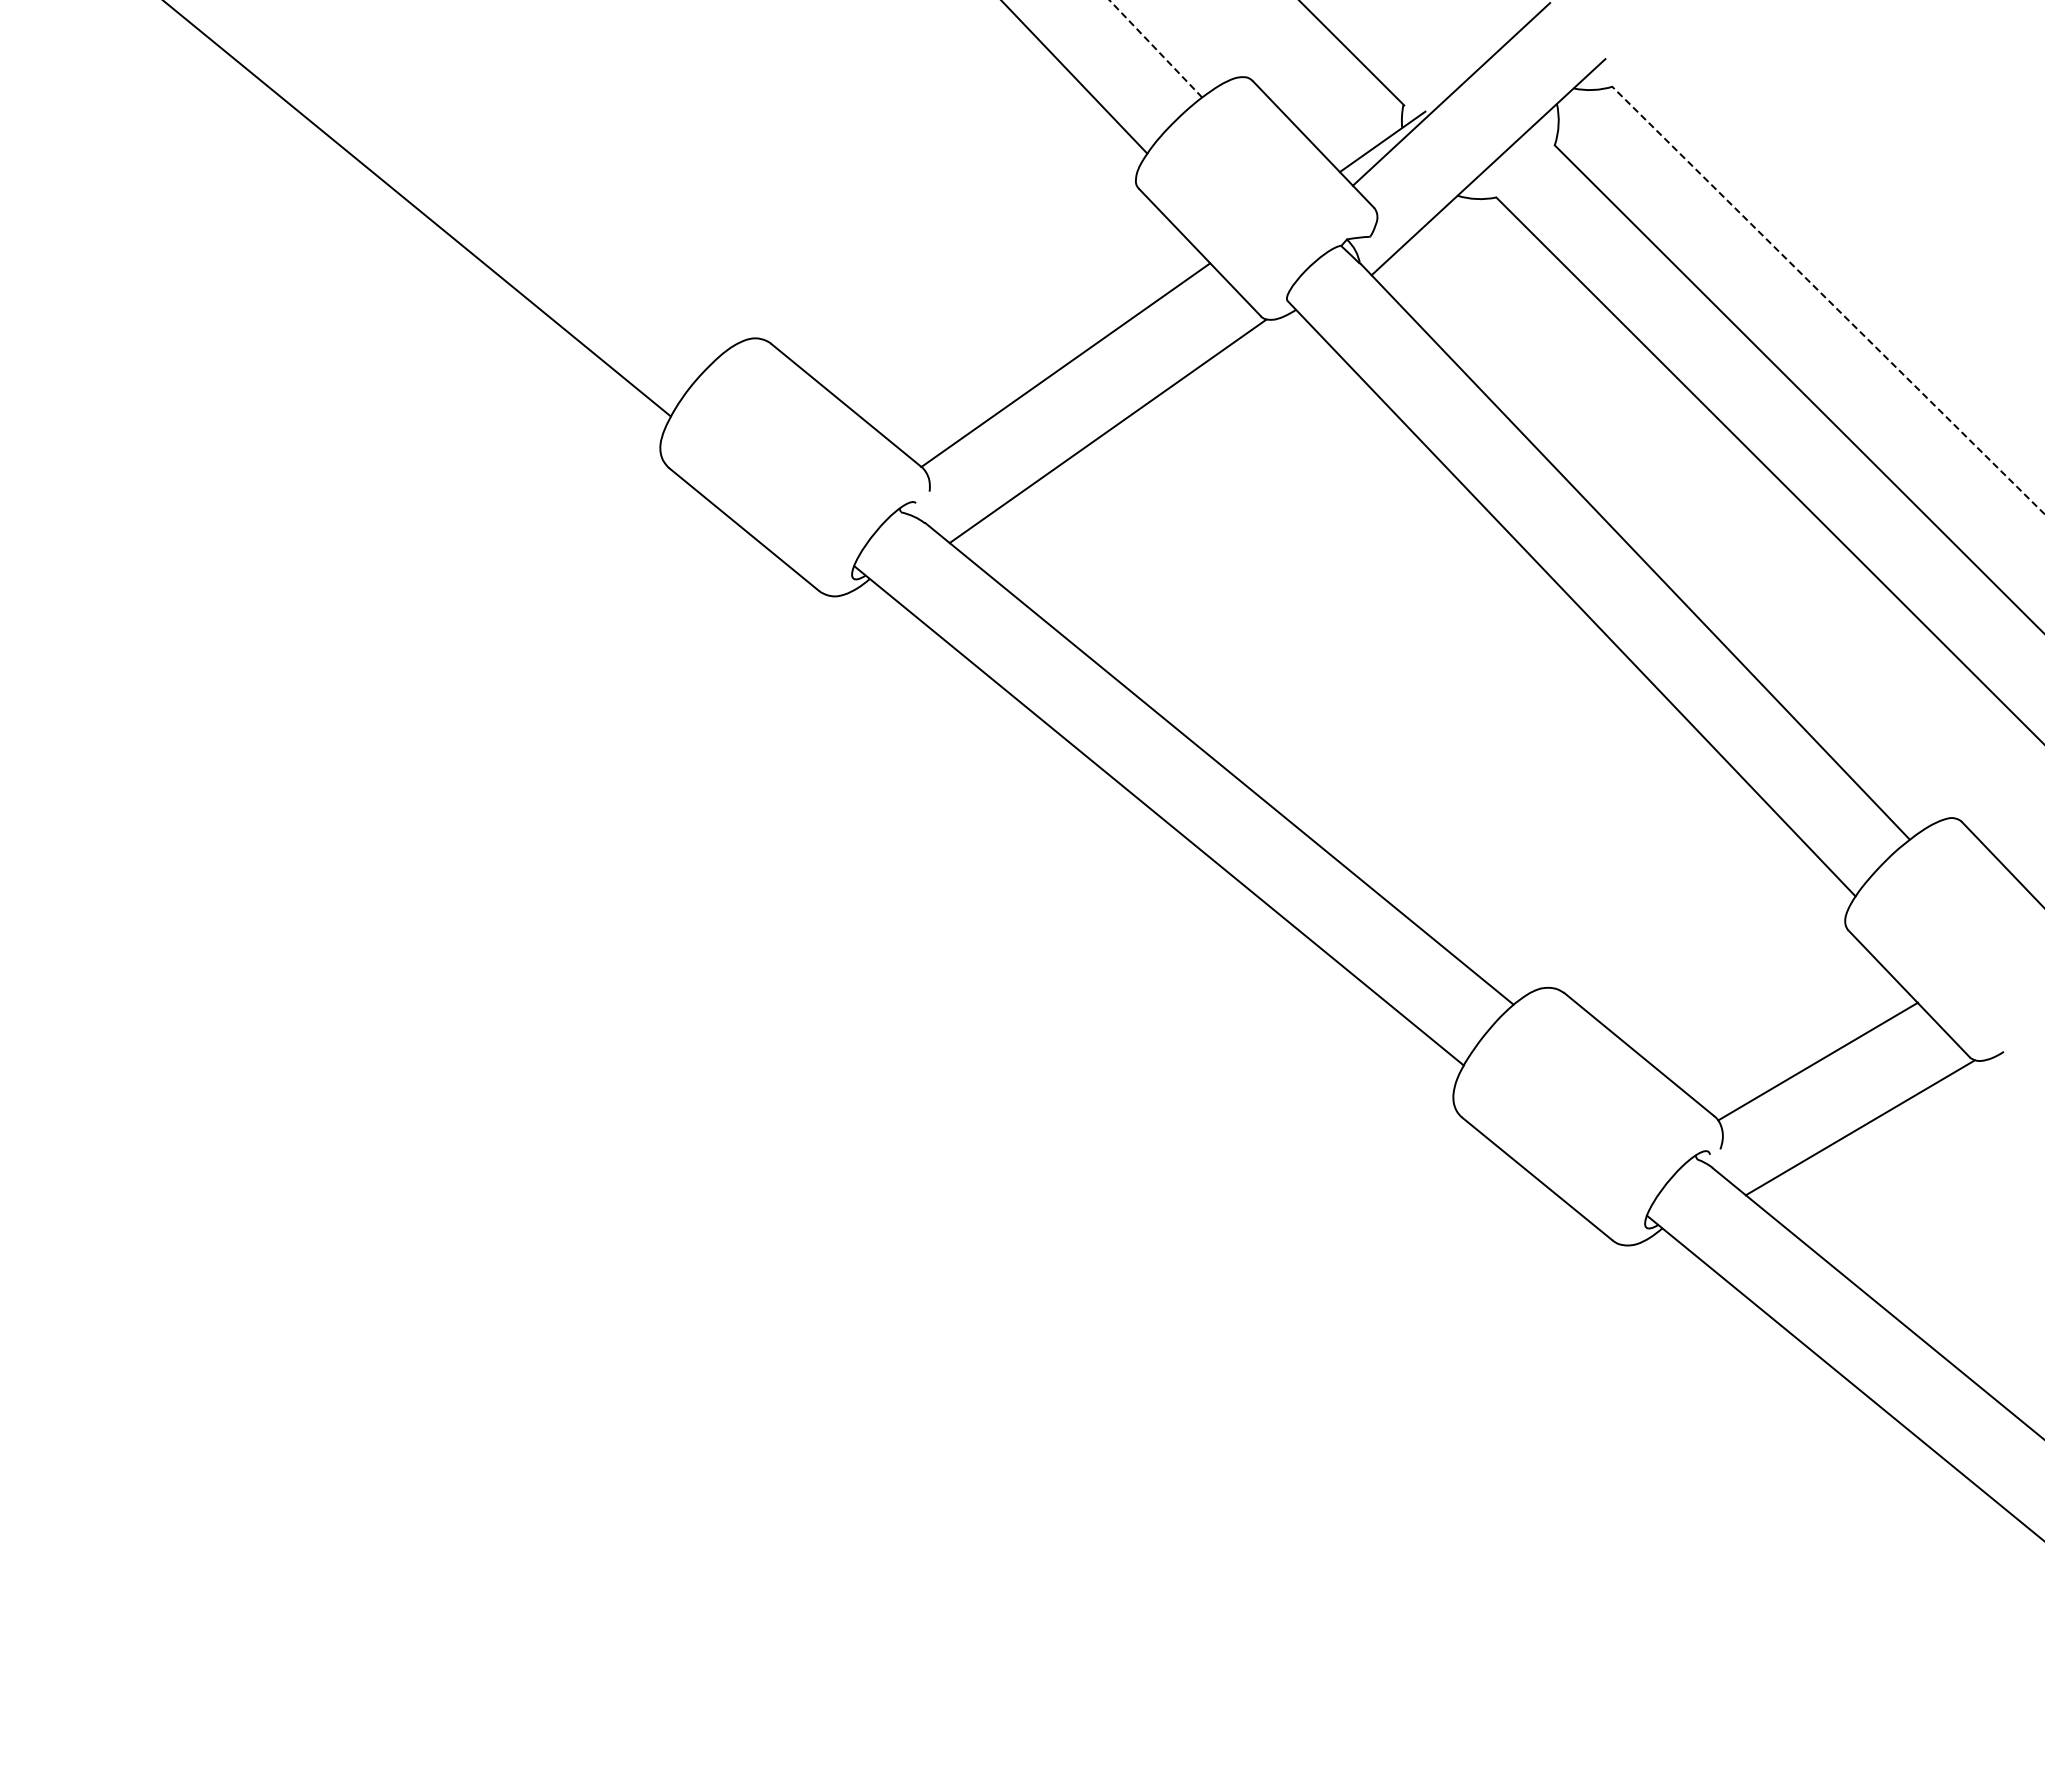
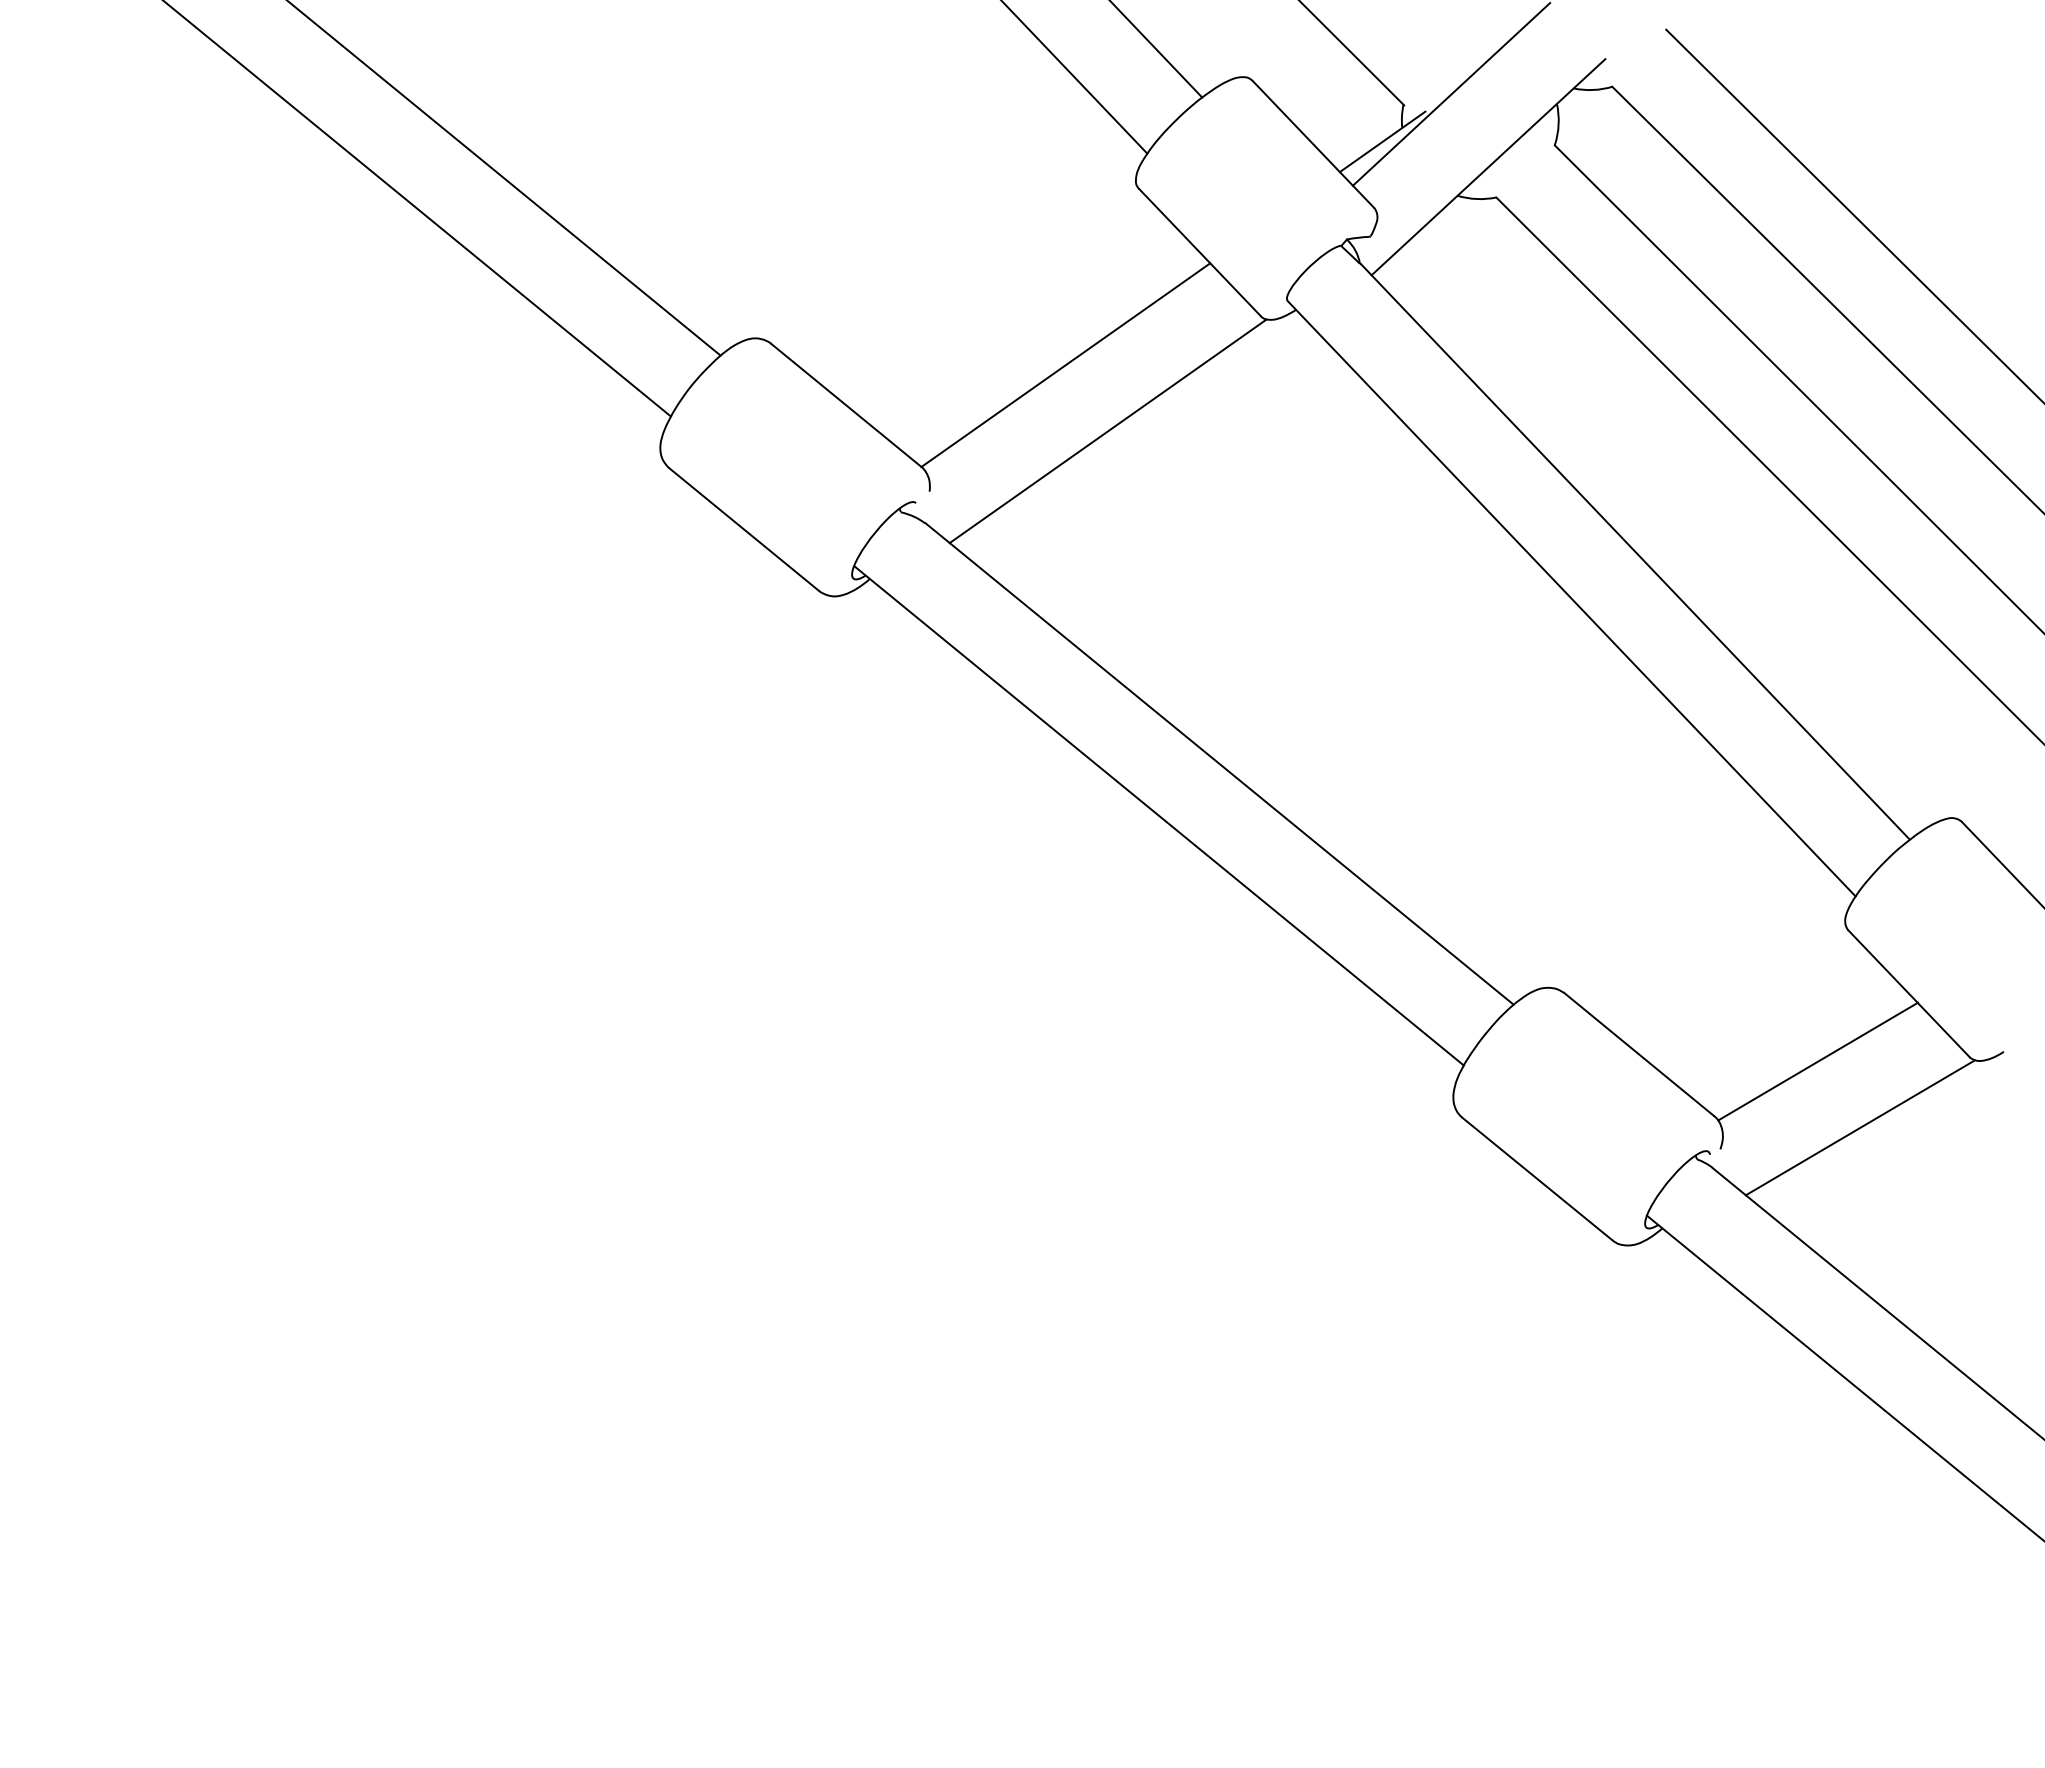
line at (1156, 49): dashed -> solid
line at (504, 178): none -> present
line at (1853, 214): none -> present
line at (1828, 300): dashed -> solid
